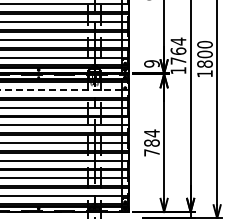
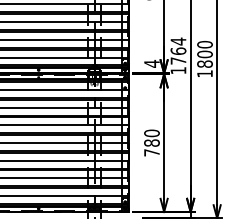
text at (151, 63): 9 -> 4
line at (61, 90): dashed -> solid
text at (151, 133): 784 -> 780
